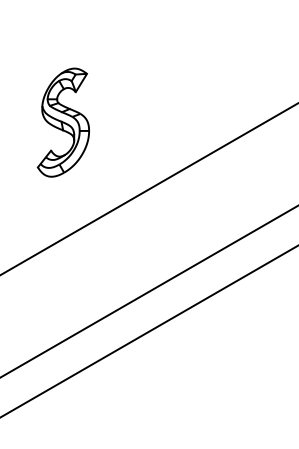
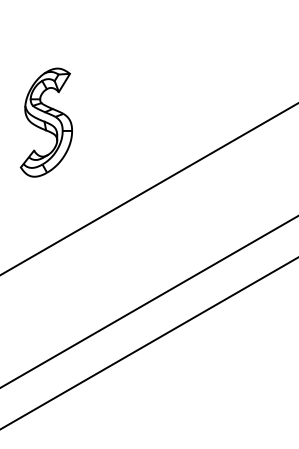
part at (62, 122) position: (62, 122) -> (45, 122)
line at (148, 291) position: (148, 291) -> (148, 301)
line at (148, 331) position: (148, 331) -> (148, 343)
